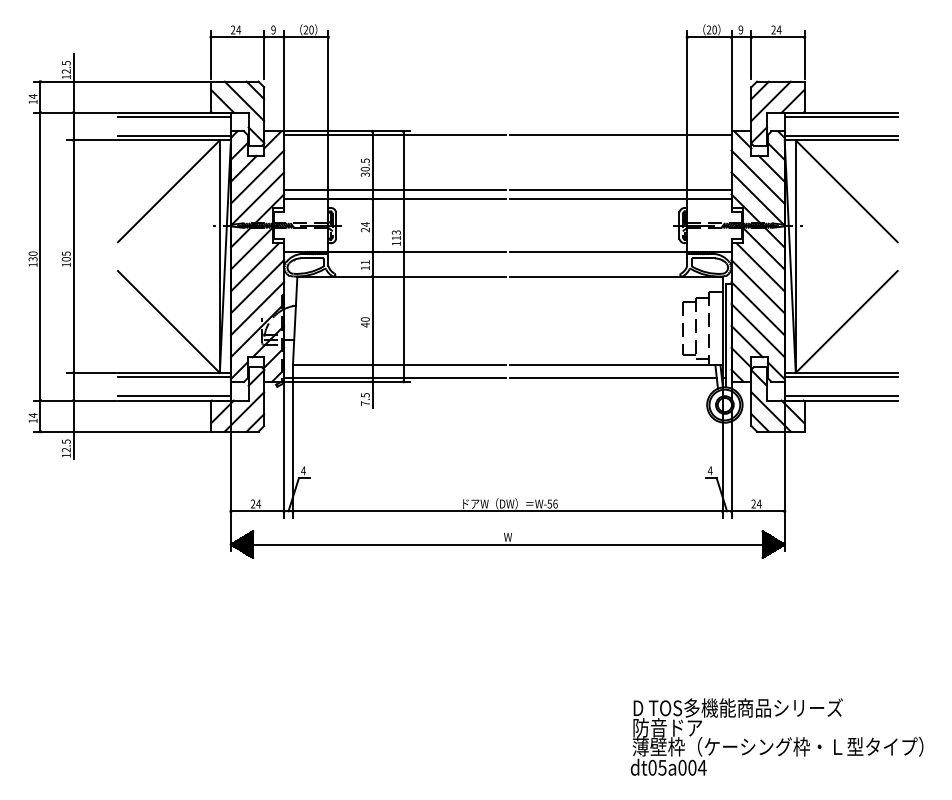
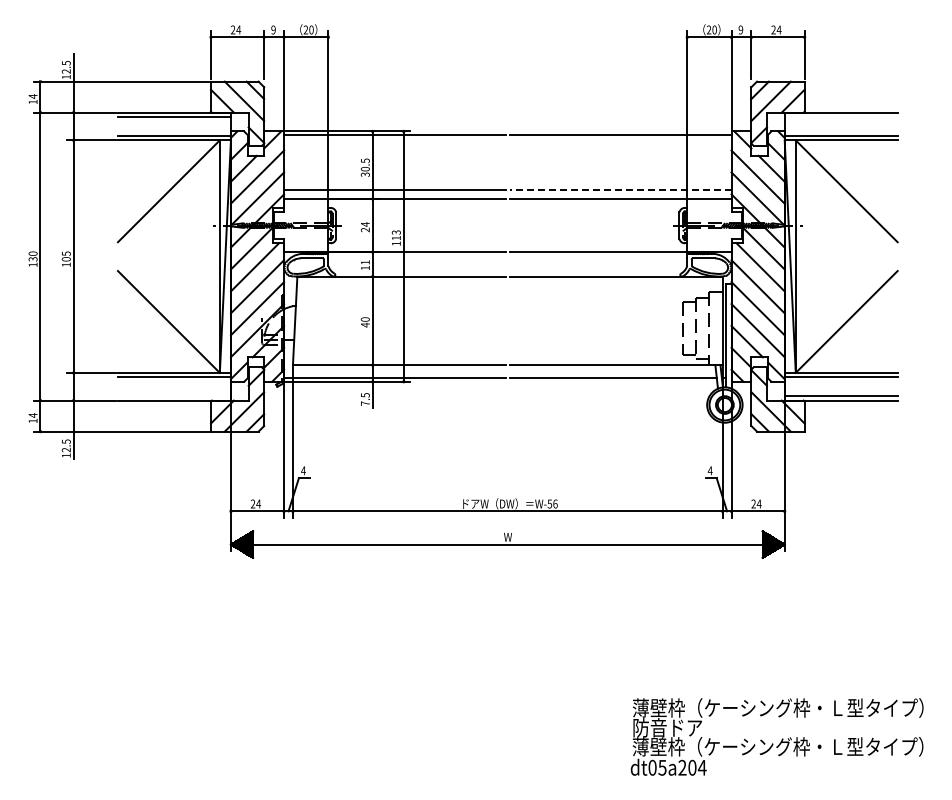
line at (840, 117): present -> none
line at (620, 190): solid -> dashed
line at (173, 396): present -> none
text at (777, 707): D TOS多機能商品シリーズ -> 薄壁枠（ケーシング枠・Ｌ型タイプ）
text at (682, 767): dt05a004 -> dt05a204
